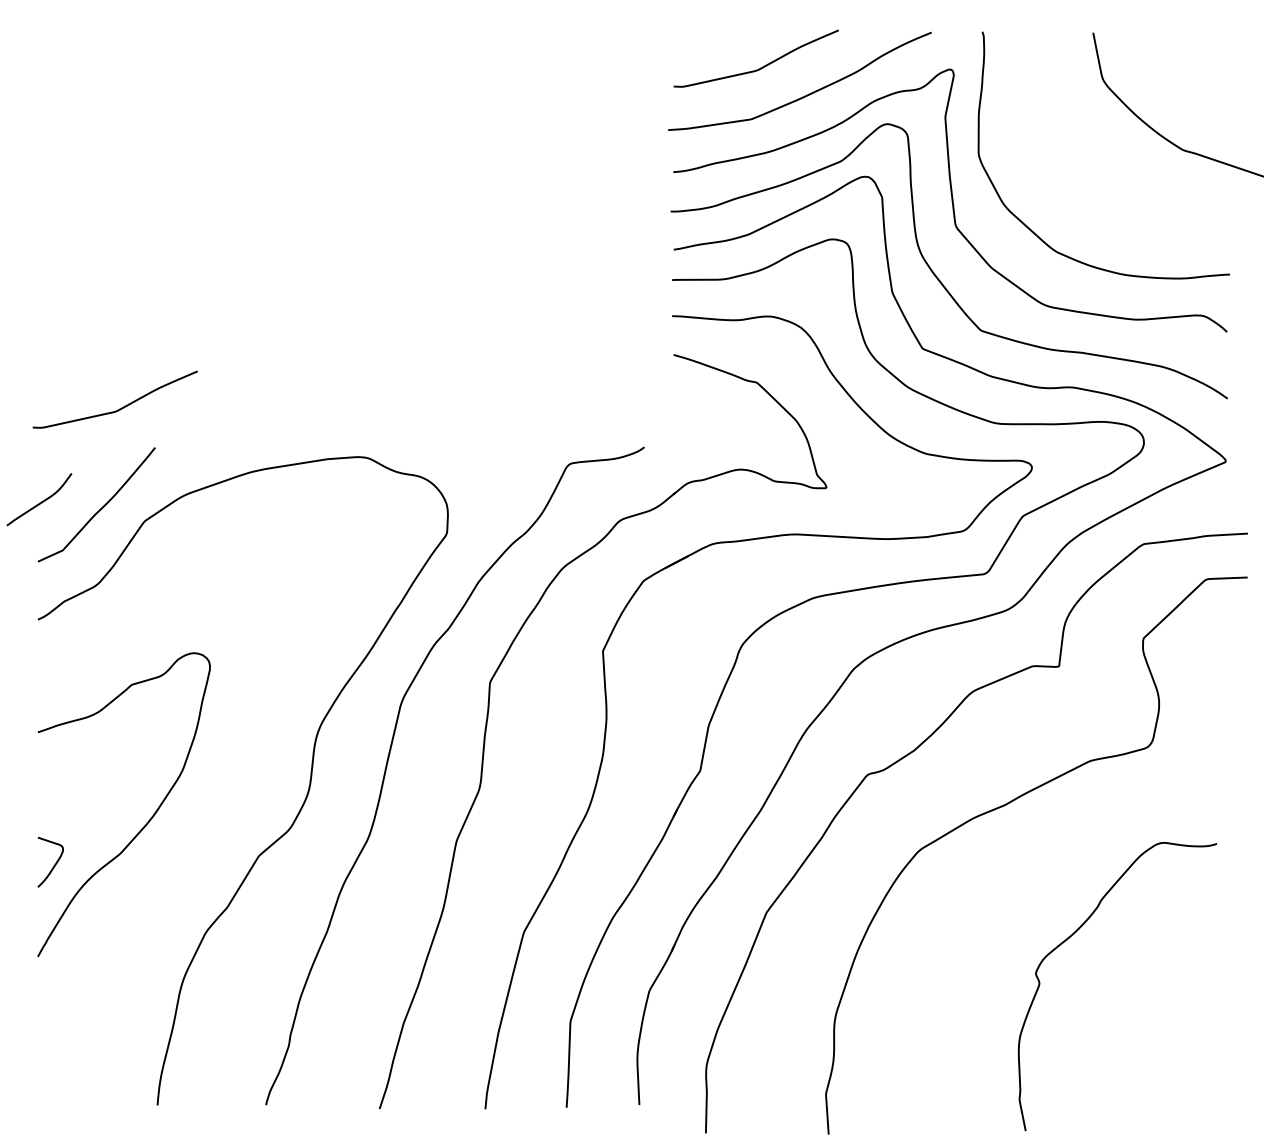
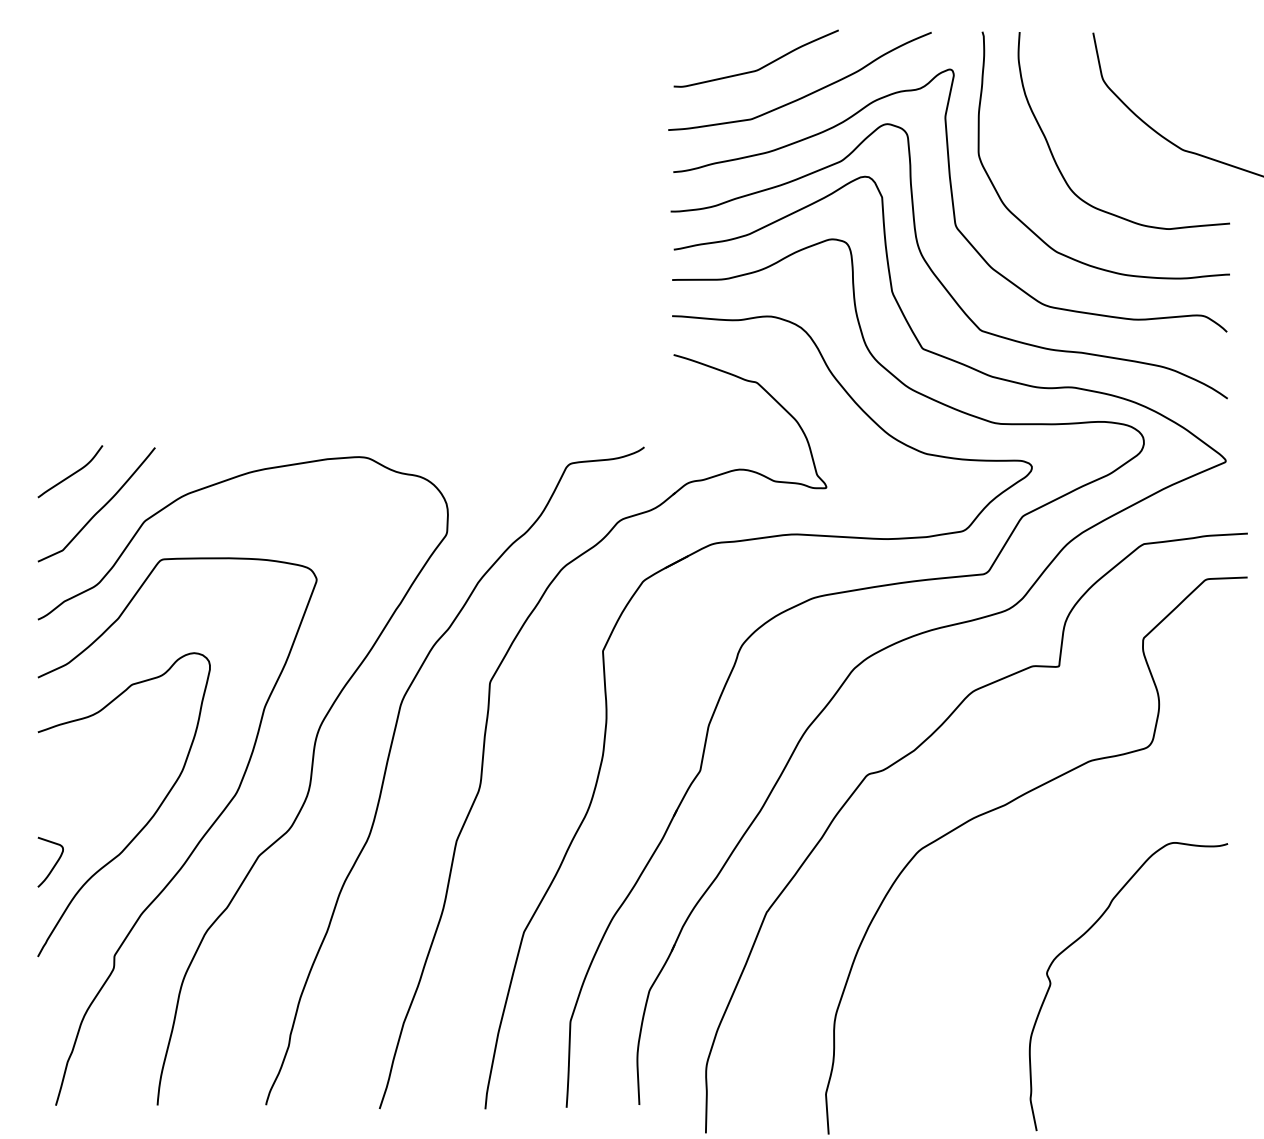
curve at (1056, 161): none -> present
curve at (119, 408): present -> none
curve at (41, 501) position: (41, 501) -> (72, 473)
curve at (196, 844): none -> present
curve at (1073, 935) position: (1073, 935) -> (1084, 935)
